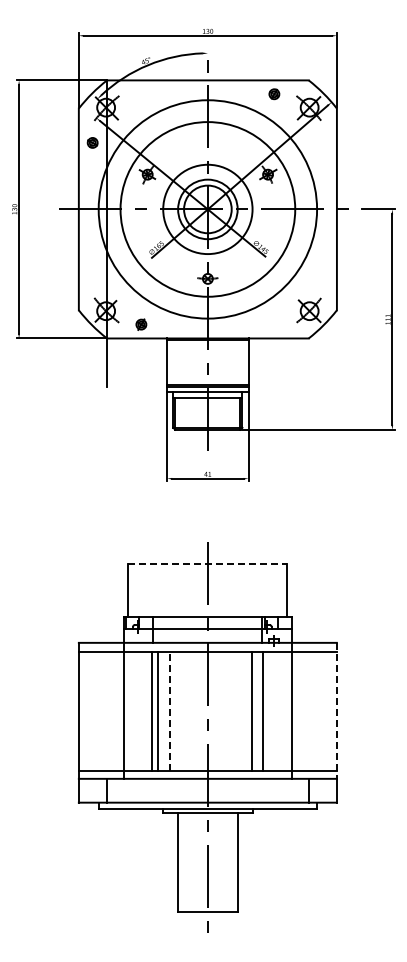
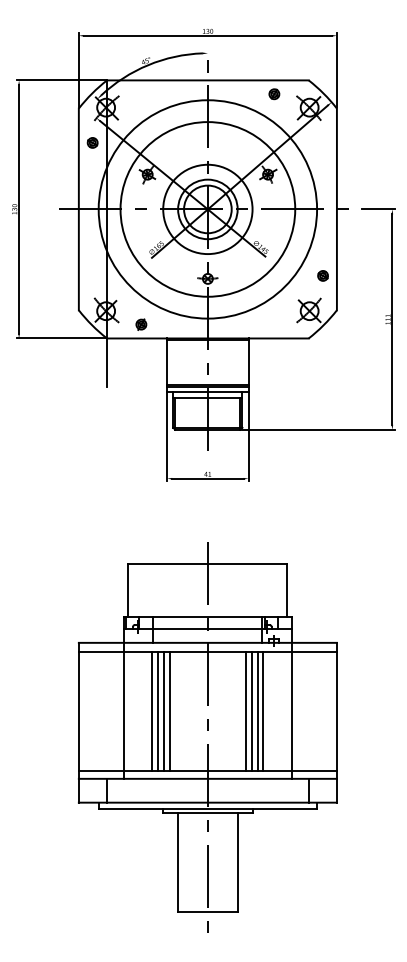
part at (322, 275): none -> present
line at (208, 564): dashed -> solid
line at (164, 710): none -> present
line at (245, 710): none -> present
line at (257, 710): none -> present
line at (336, 710): dashed -> solid
line at (170, 711): dashed -> solid
